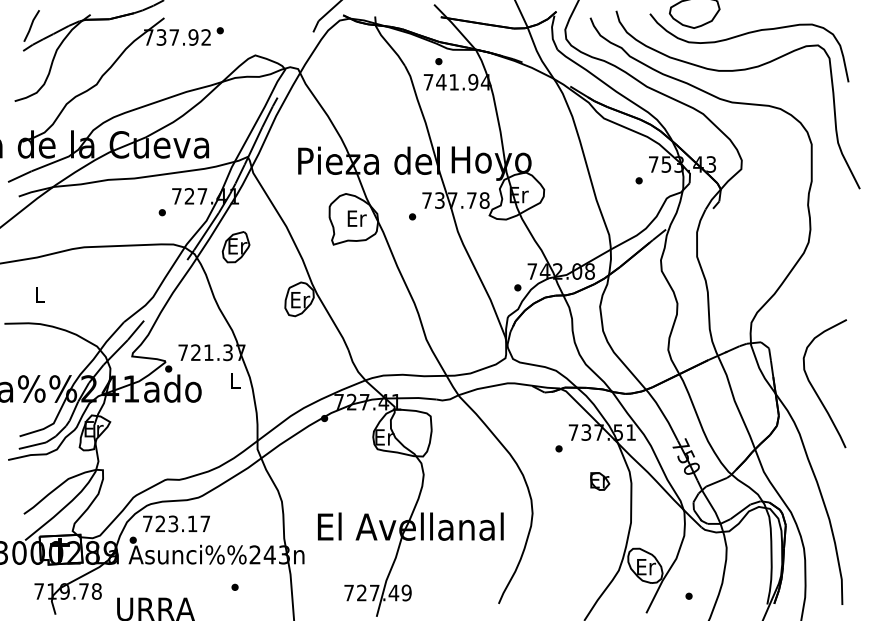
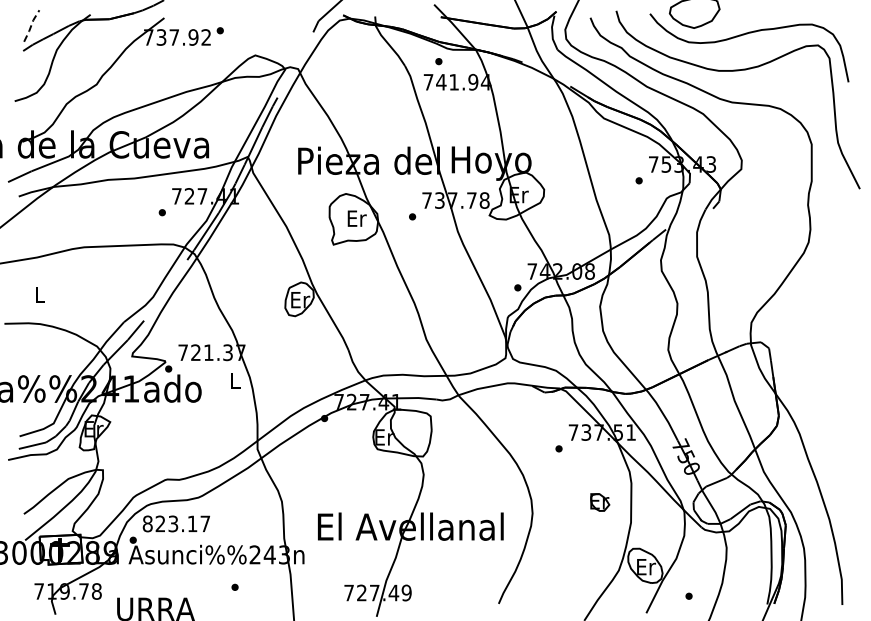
line at (31, 25): solid -> dashed
part at (235, 247): present -> none
curve at (815, 389): present -> none
part at (600, 481) position: (600, 481) -> (600, 502)
text at (147, 523): 723.17 -> 823.17
